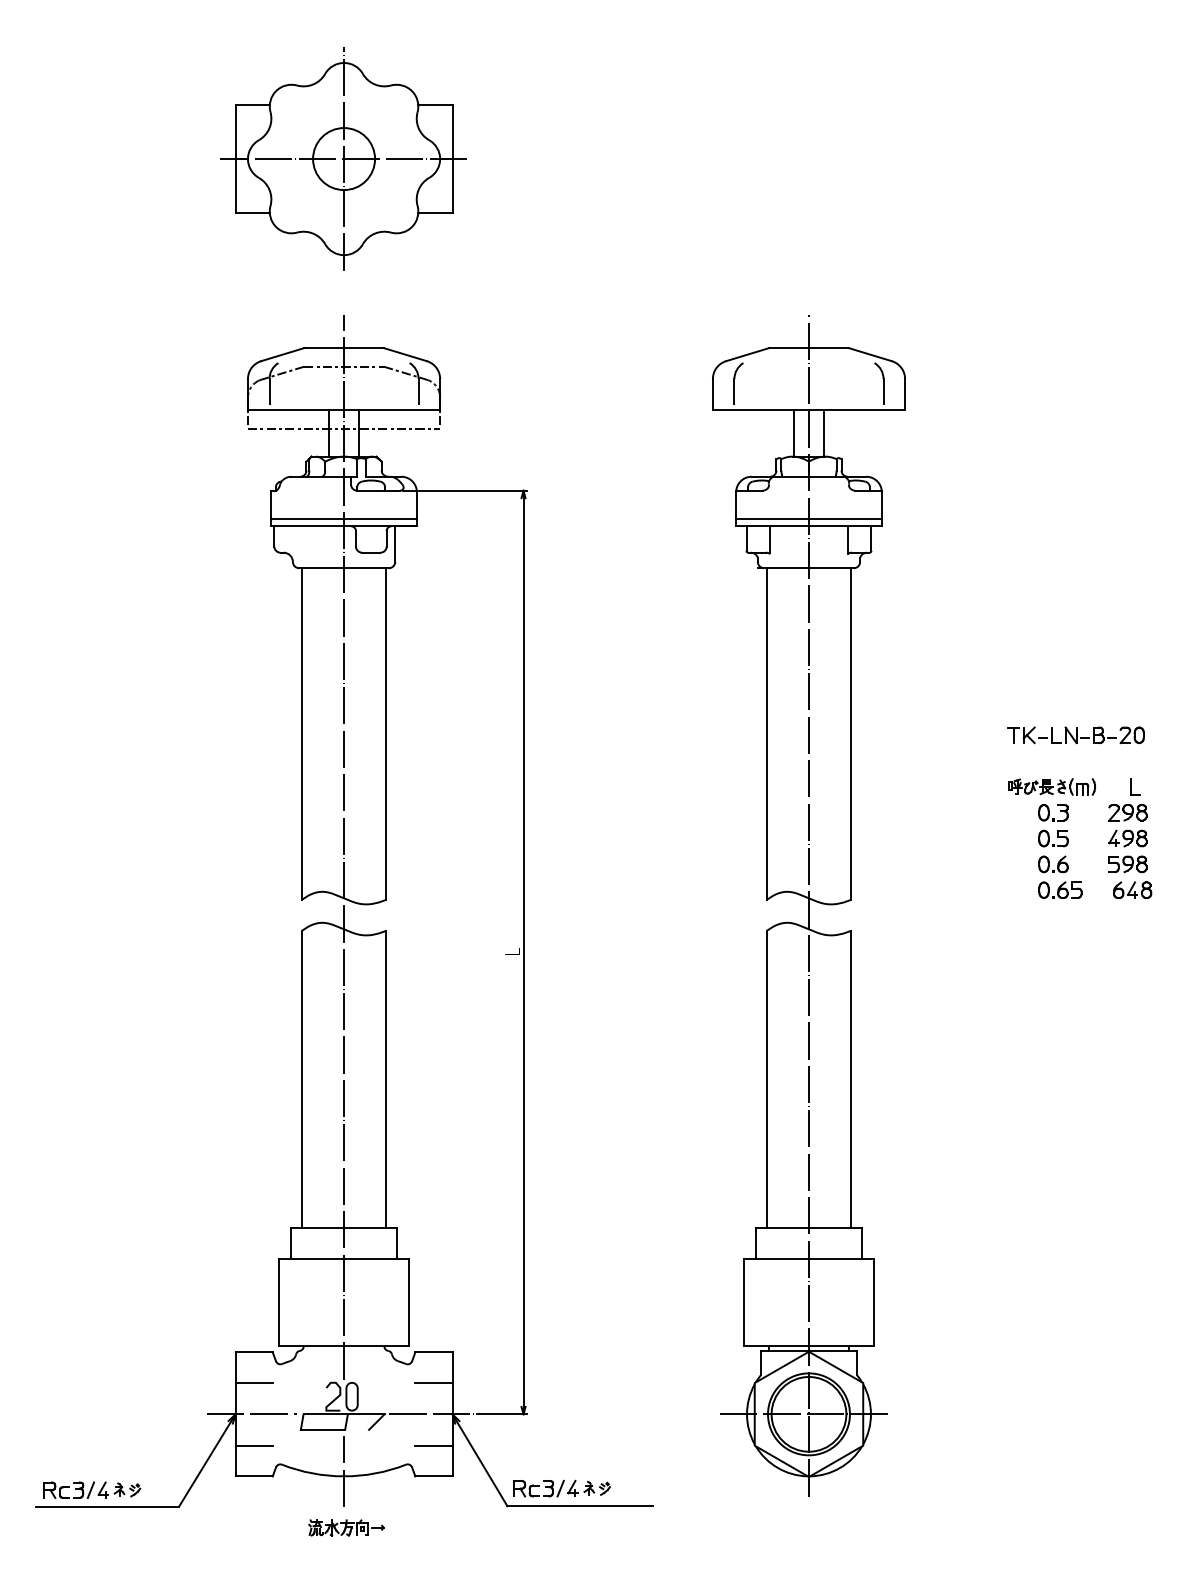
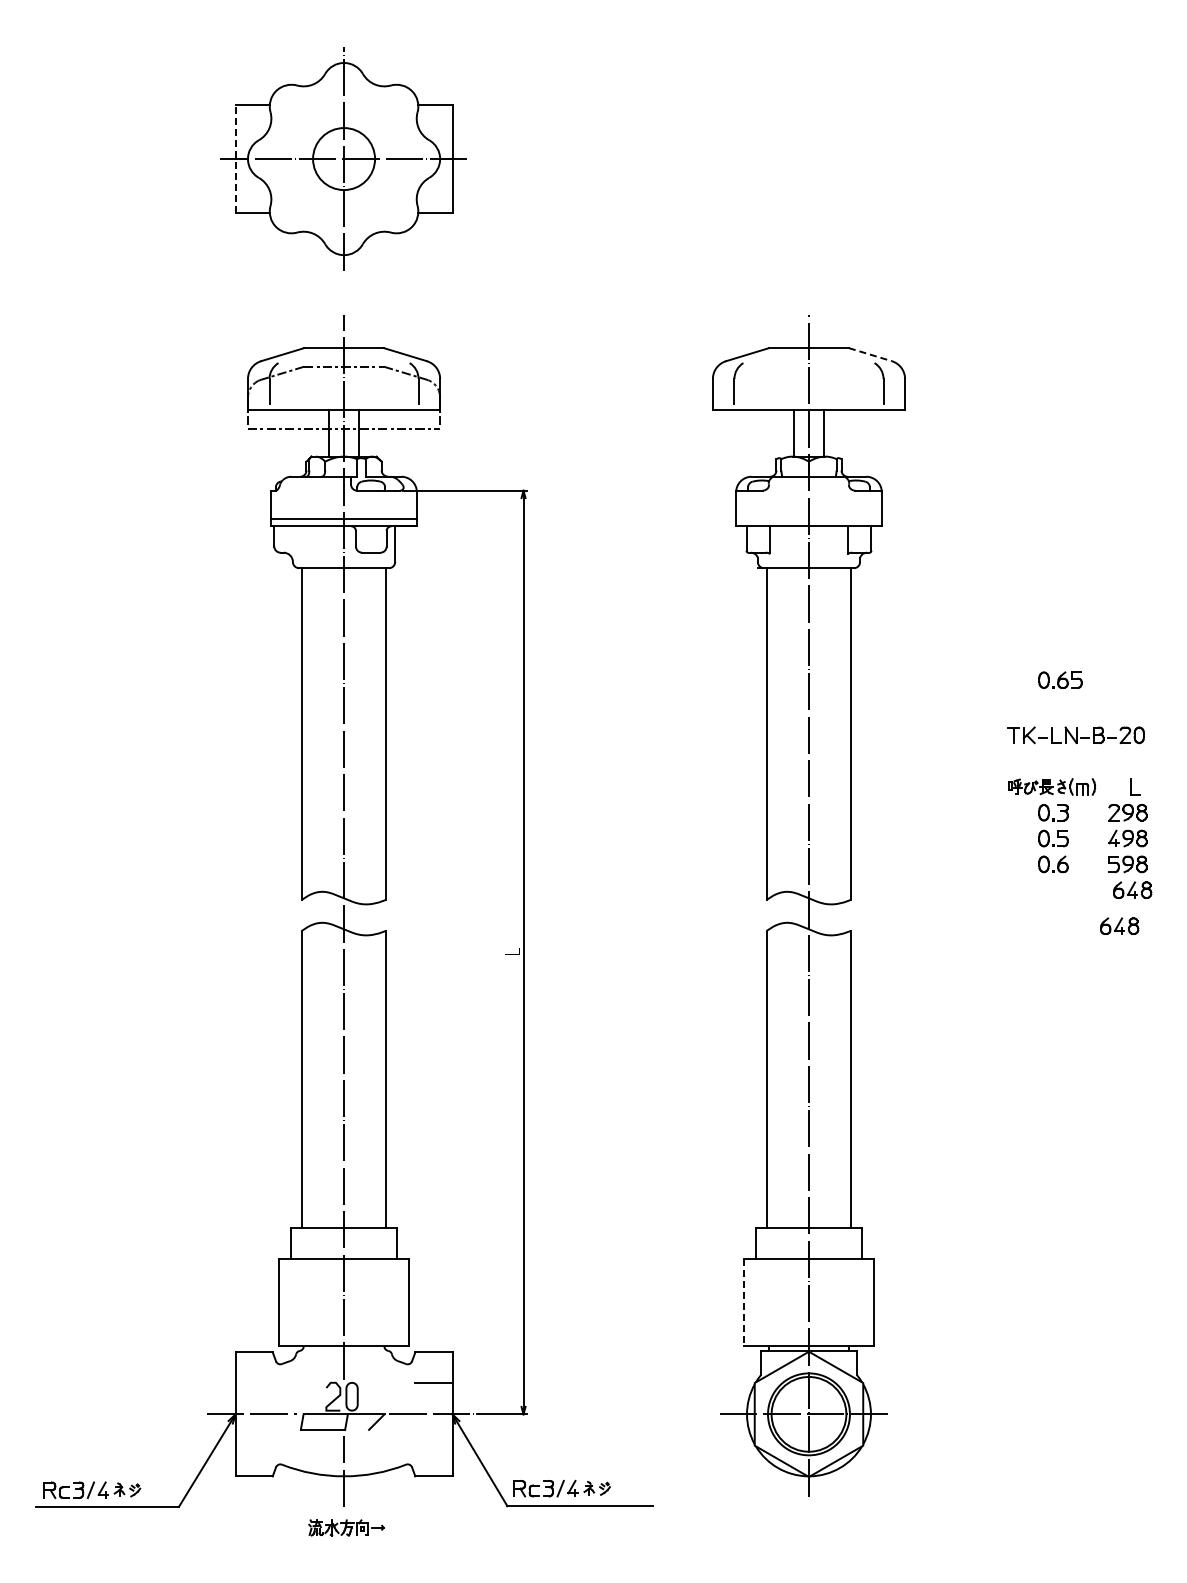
line at (235, 158): solid -> dashed
line at (870, 354): solid -> dashed
line at (808, 518): present -> none
part at (1060, 889) position: (1060, 889) -> (1060, 679)
part at (1119, 925): none -> present
line at (743, 1303): solid -> dashed
line at (253, 1383): present -> none
line at (253, 1445): present -> none
line at (433, 1445): present -> none
